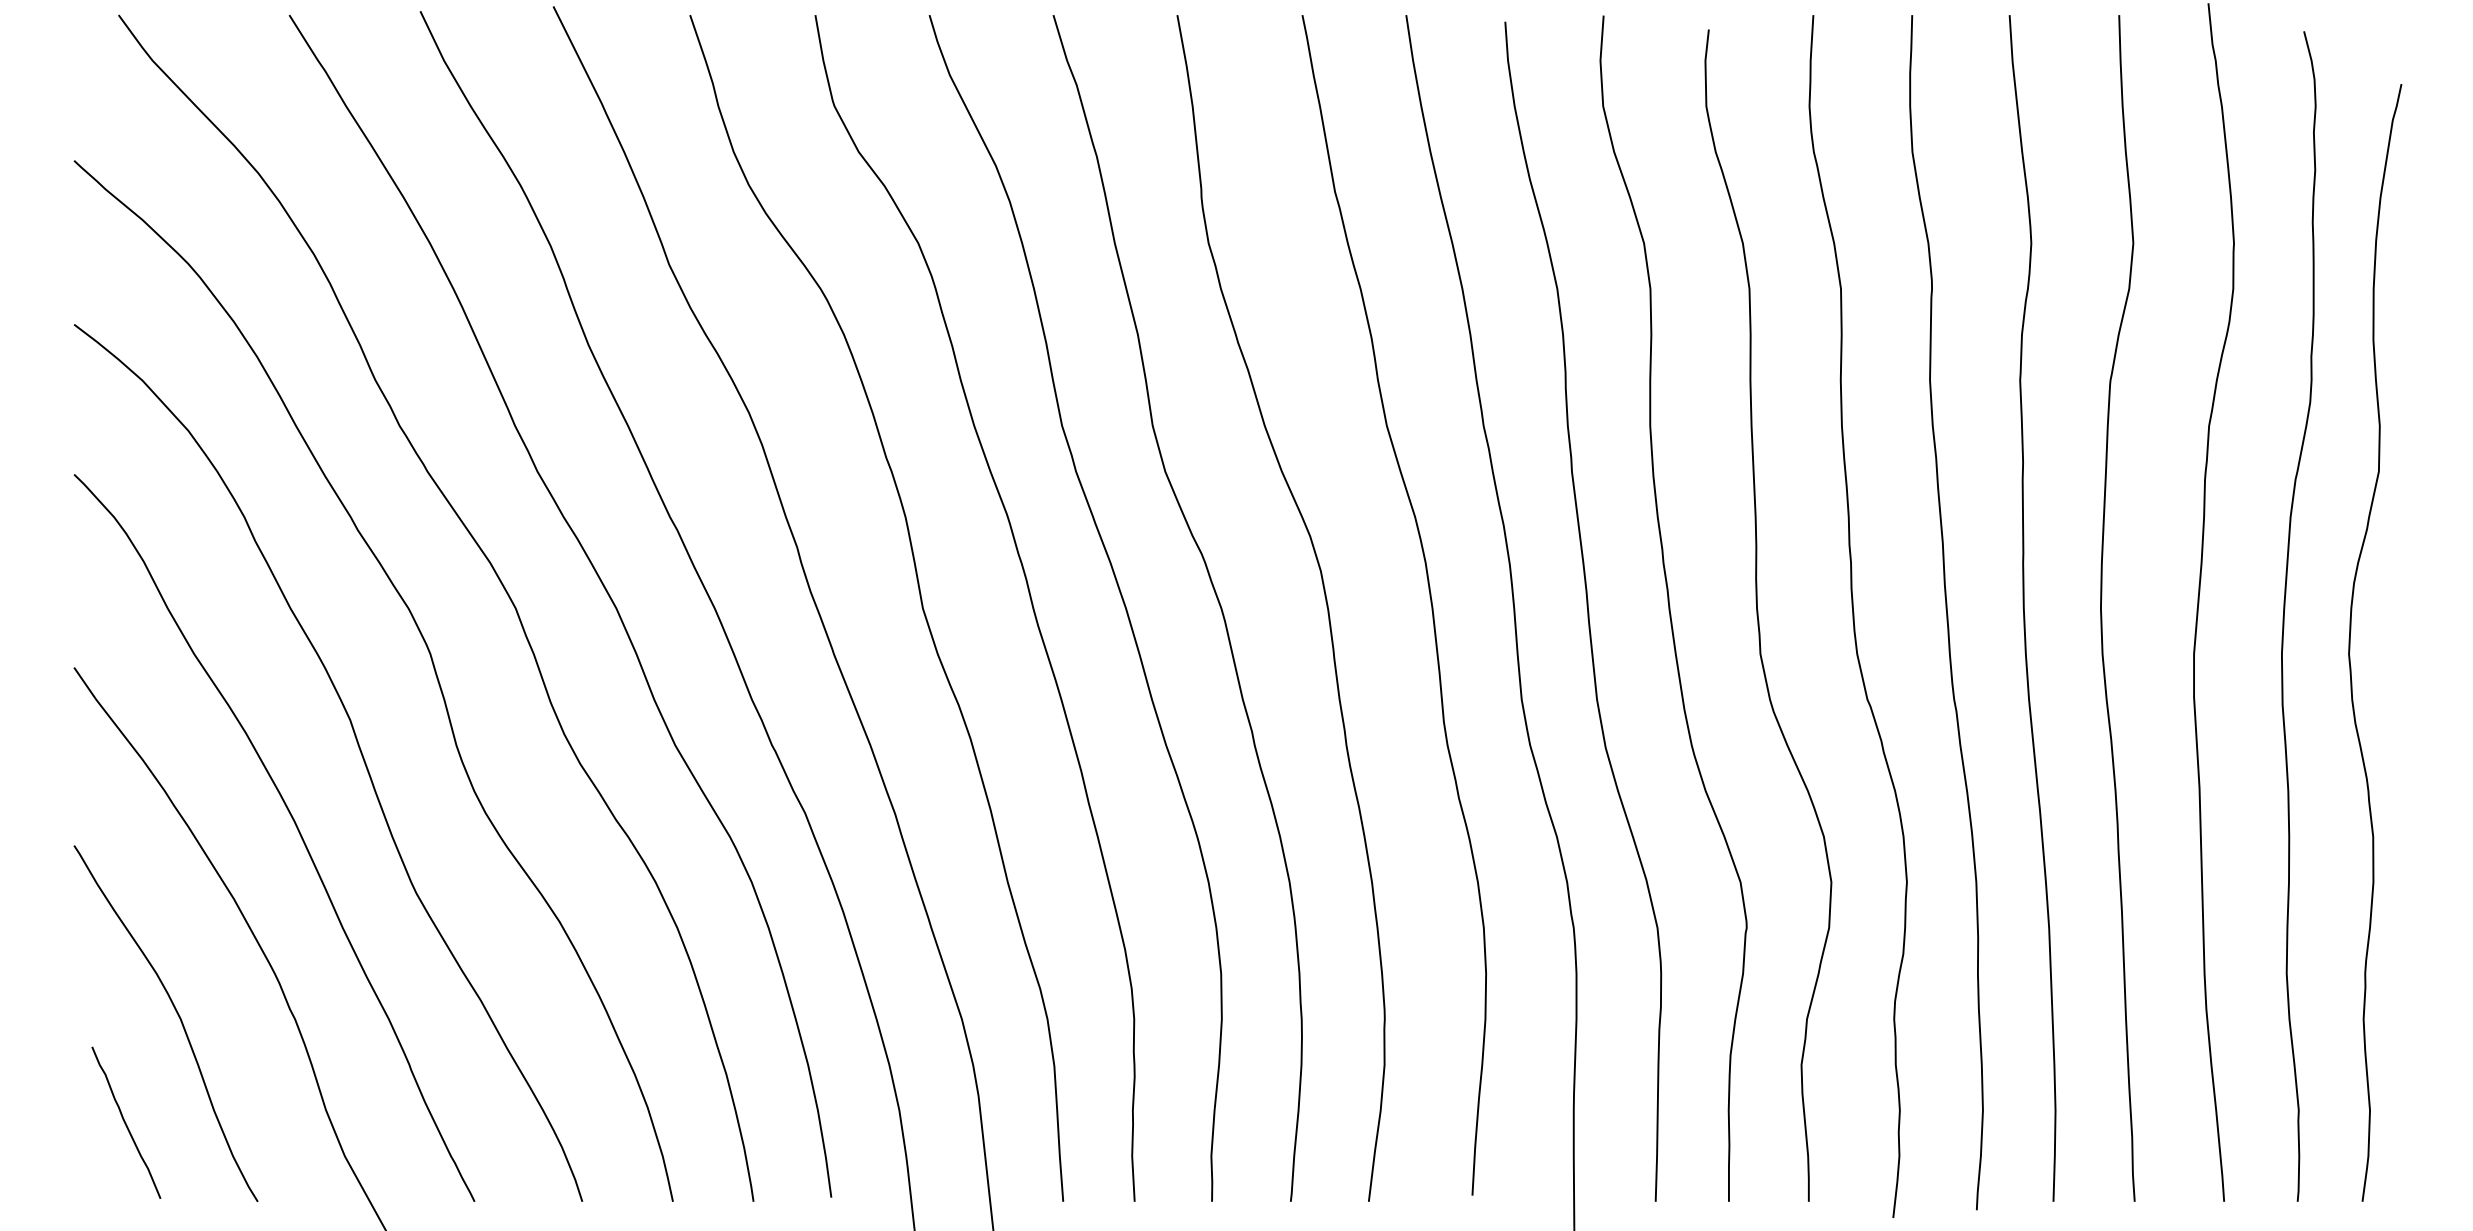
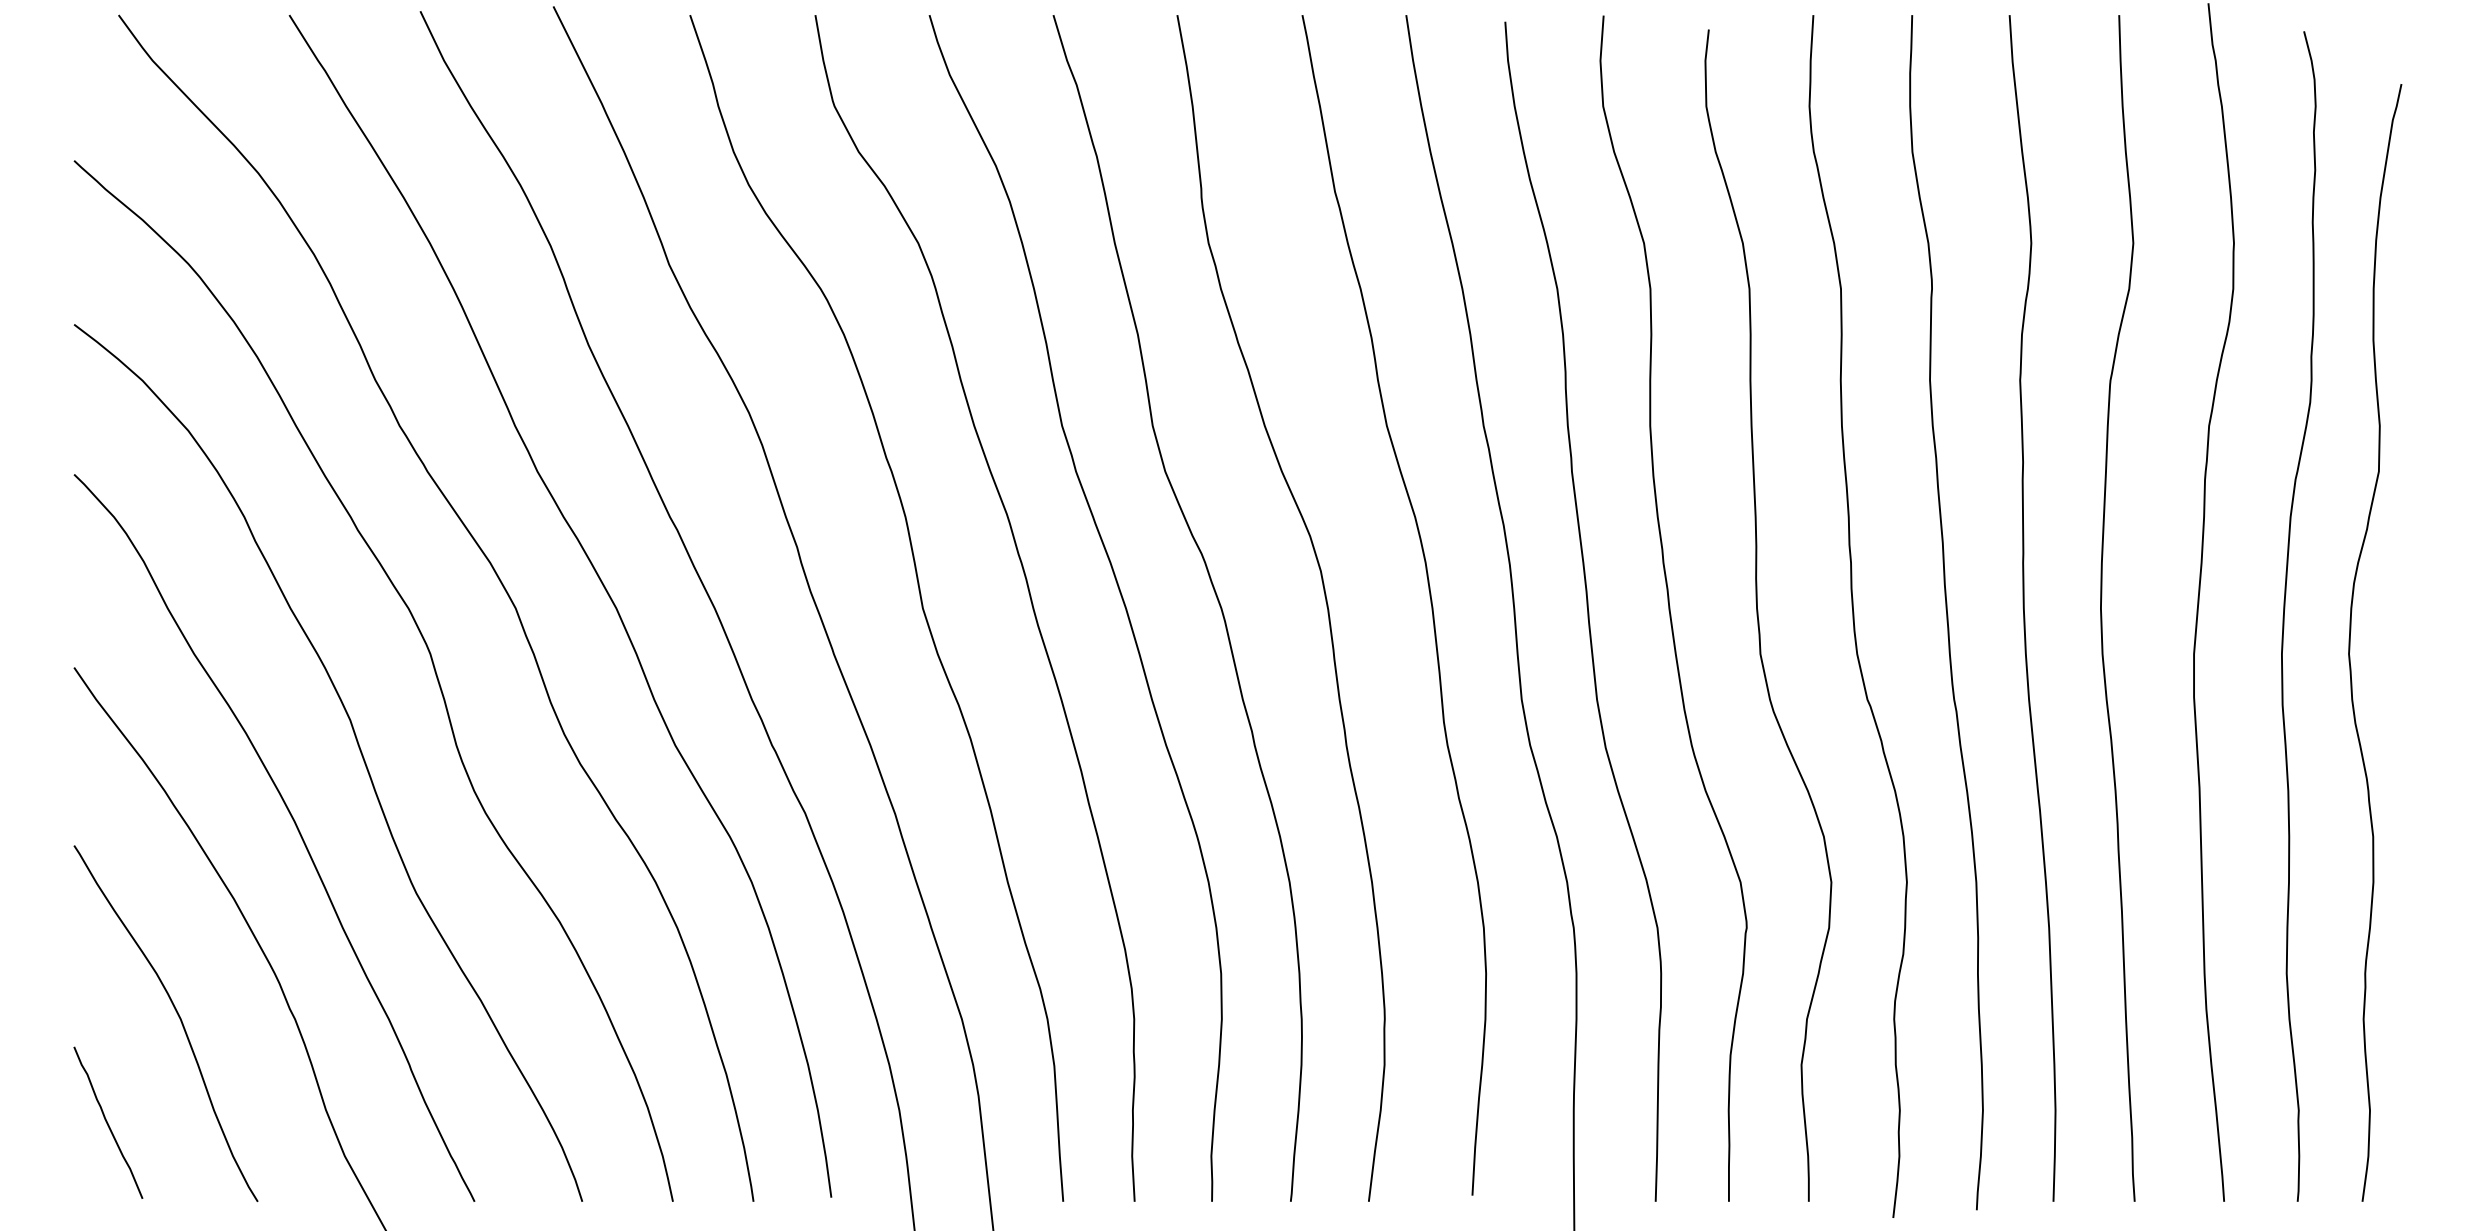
curve at (125, 1122) position: (125, 1122) -> (107, 1122)
